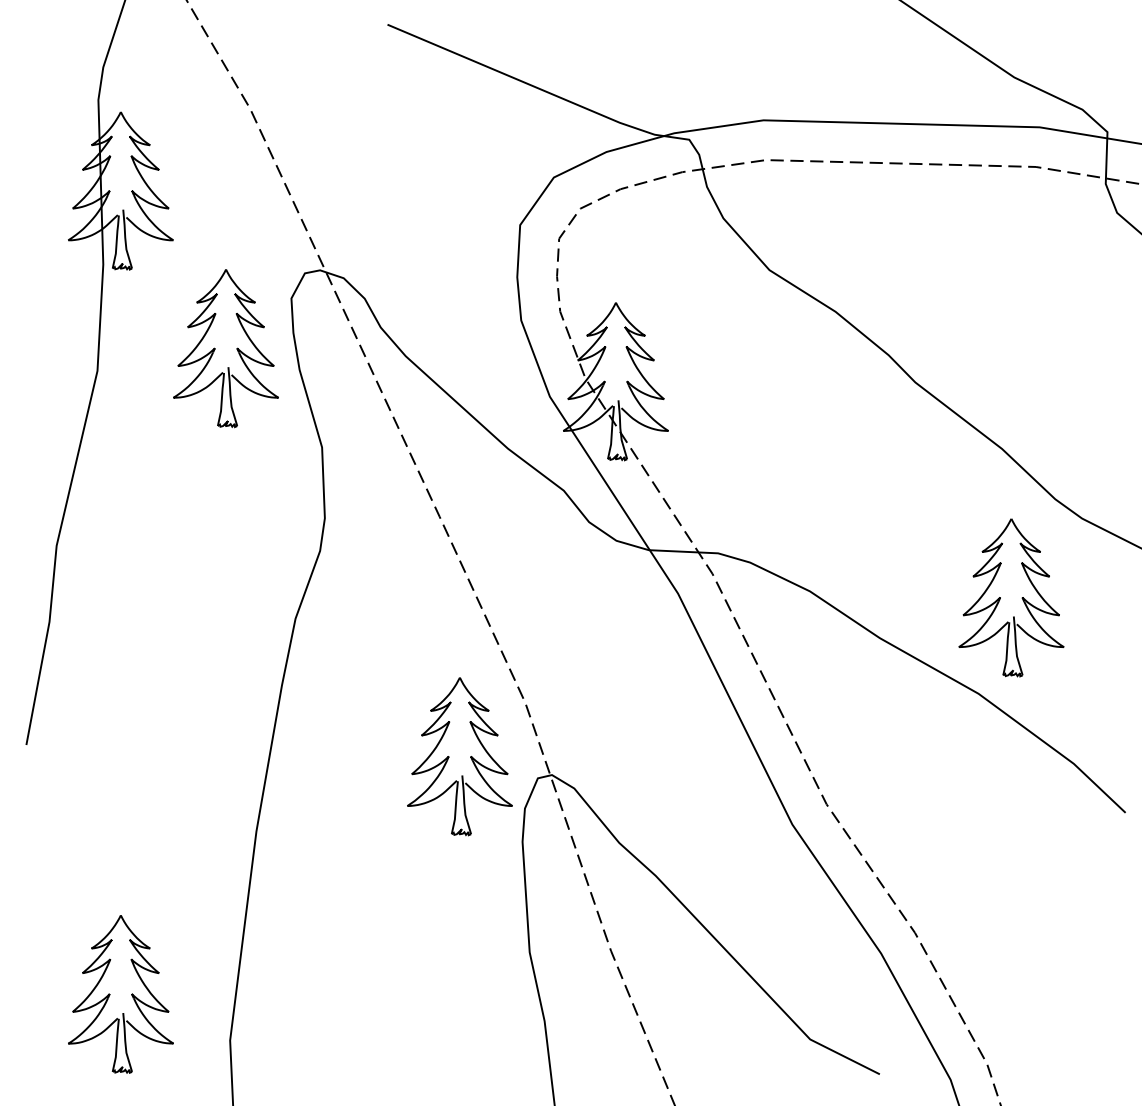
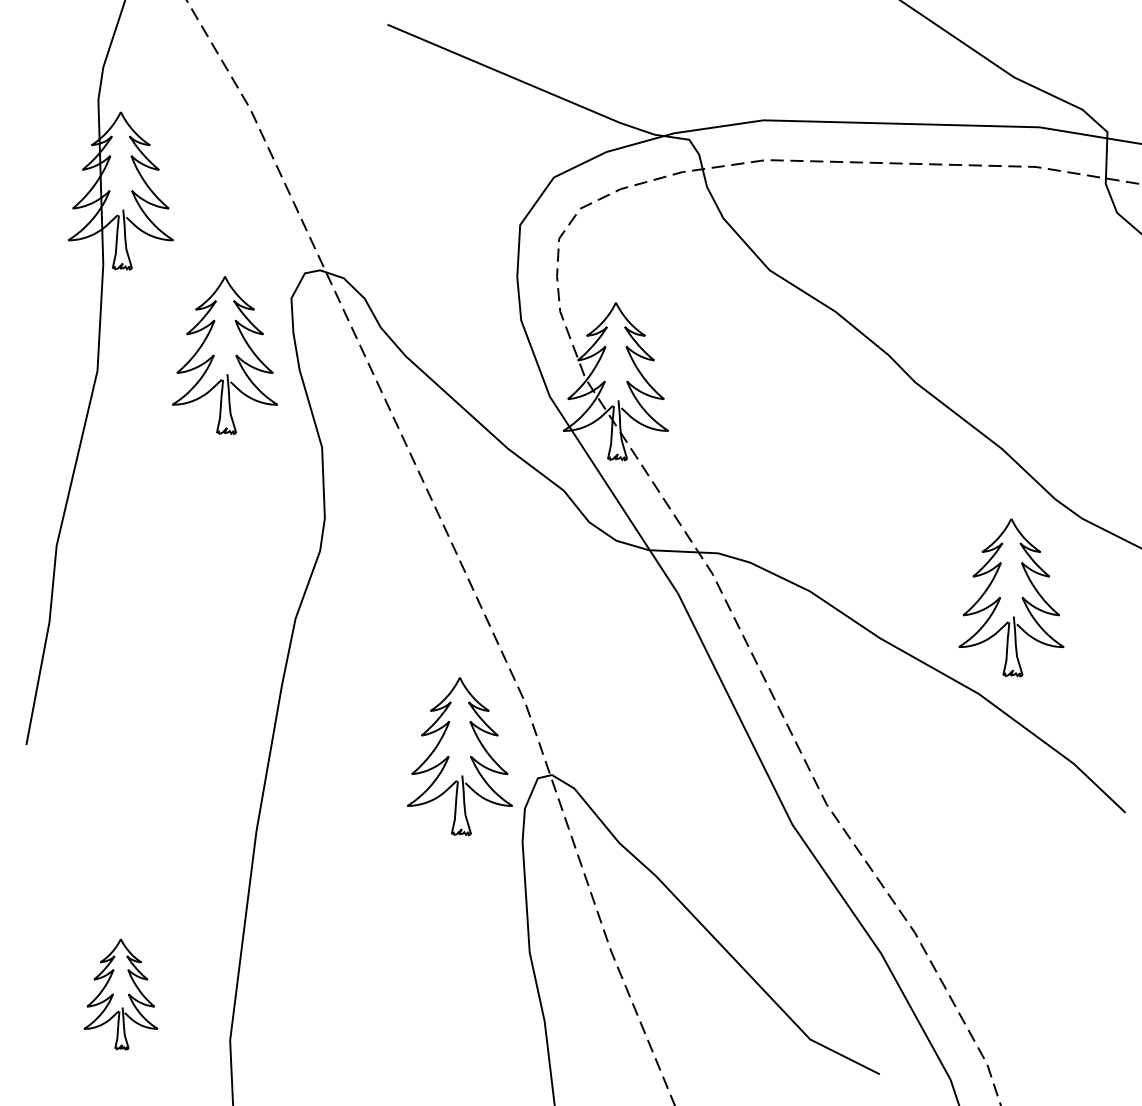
part at (225, 348) position: (225, 348) -> (224, 355)
part at (120, 994) size: 106x159 px -> 76x113 px
